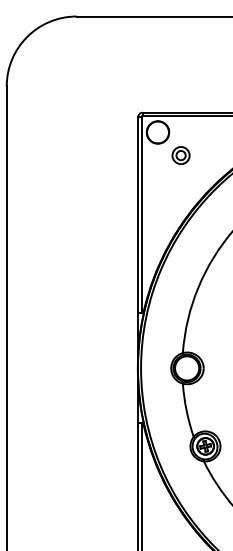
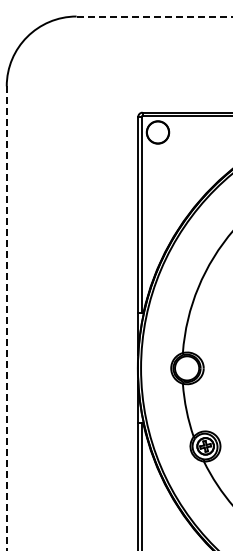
line at (154, 16): solid -> dashed
part at (180, 155): present -> none
line at (6, 318): solid -> dashed
